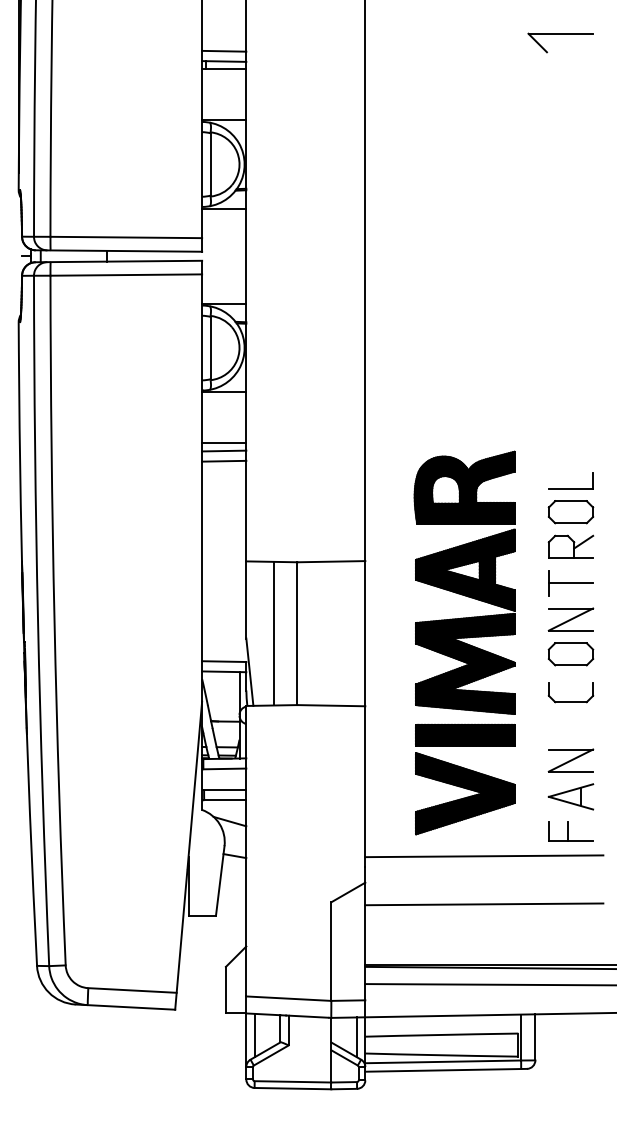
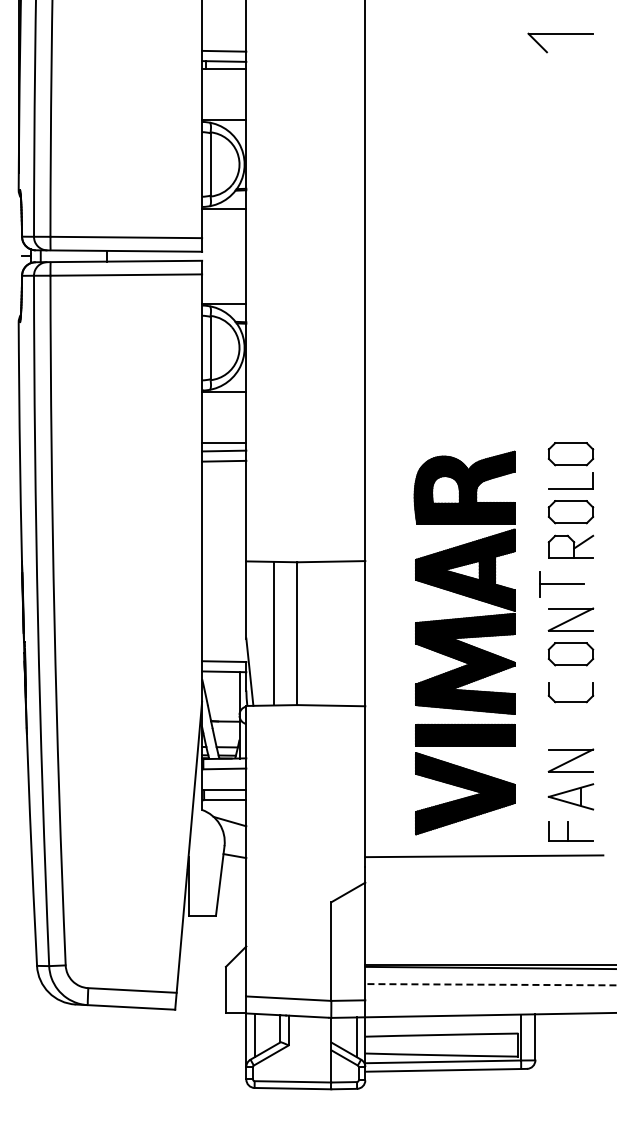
part at (570, 454): none -> present
part at (570, 583) position: (570, 583) -> (561, 584)
line at (484, 904): present -> none
line at (491, 984): solid -> dashed
